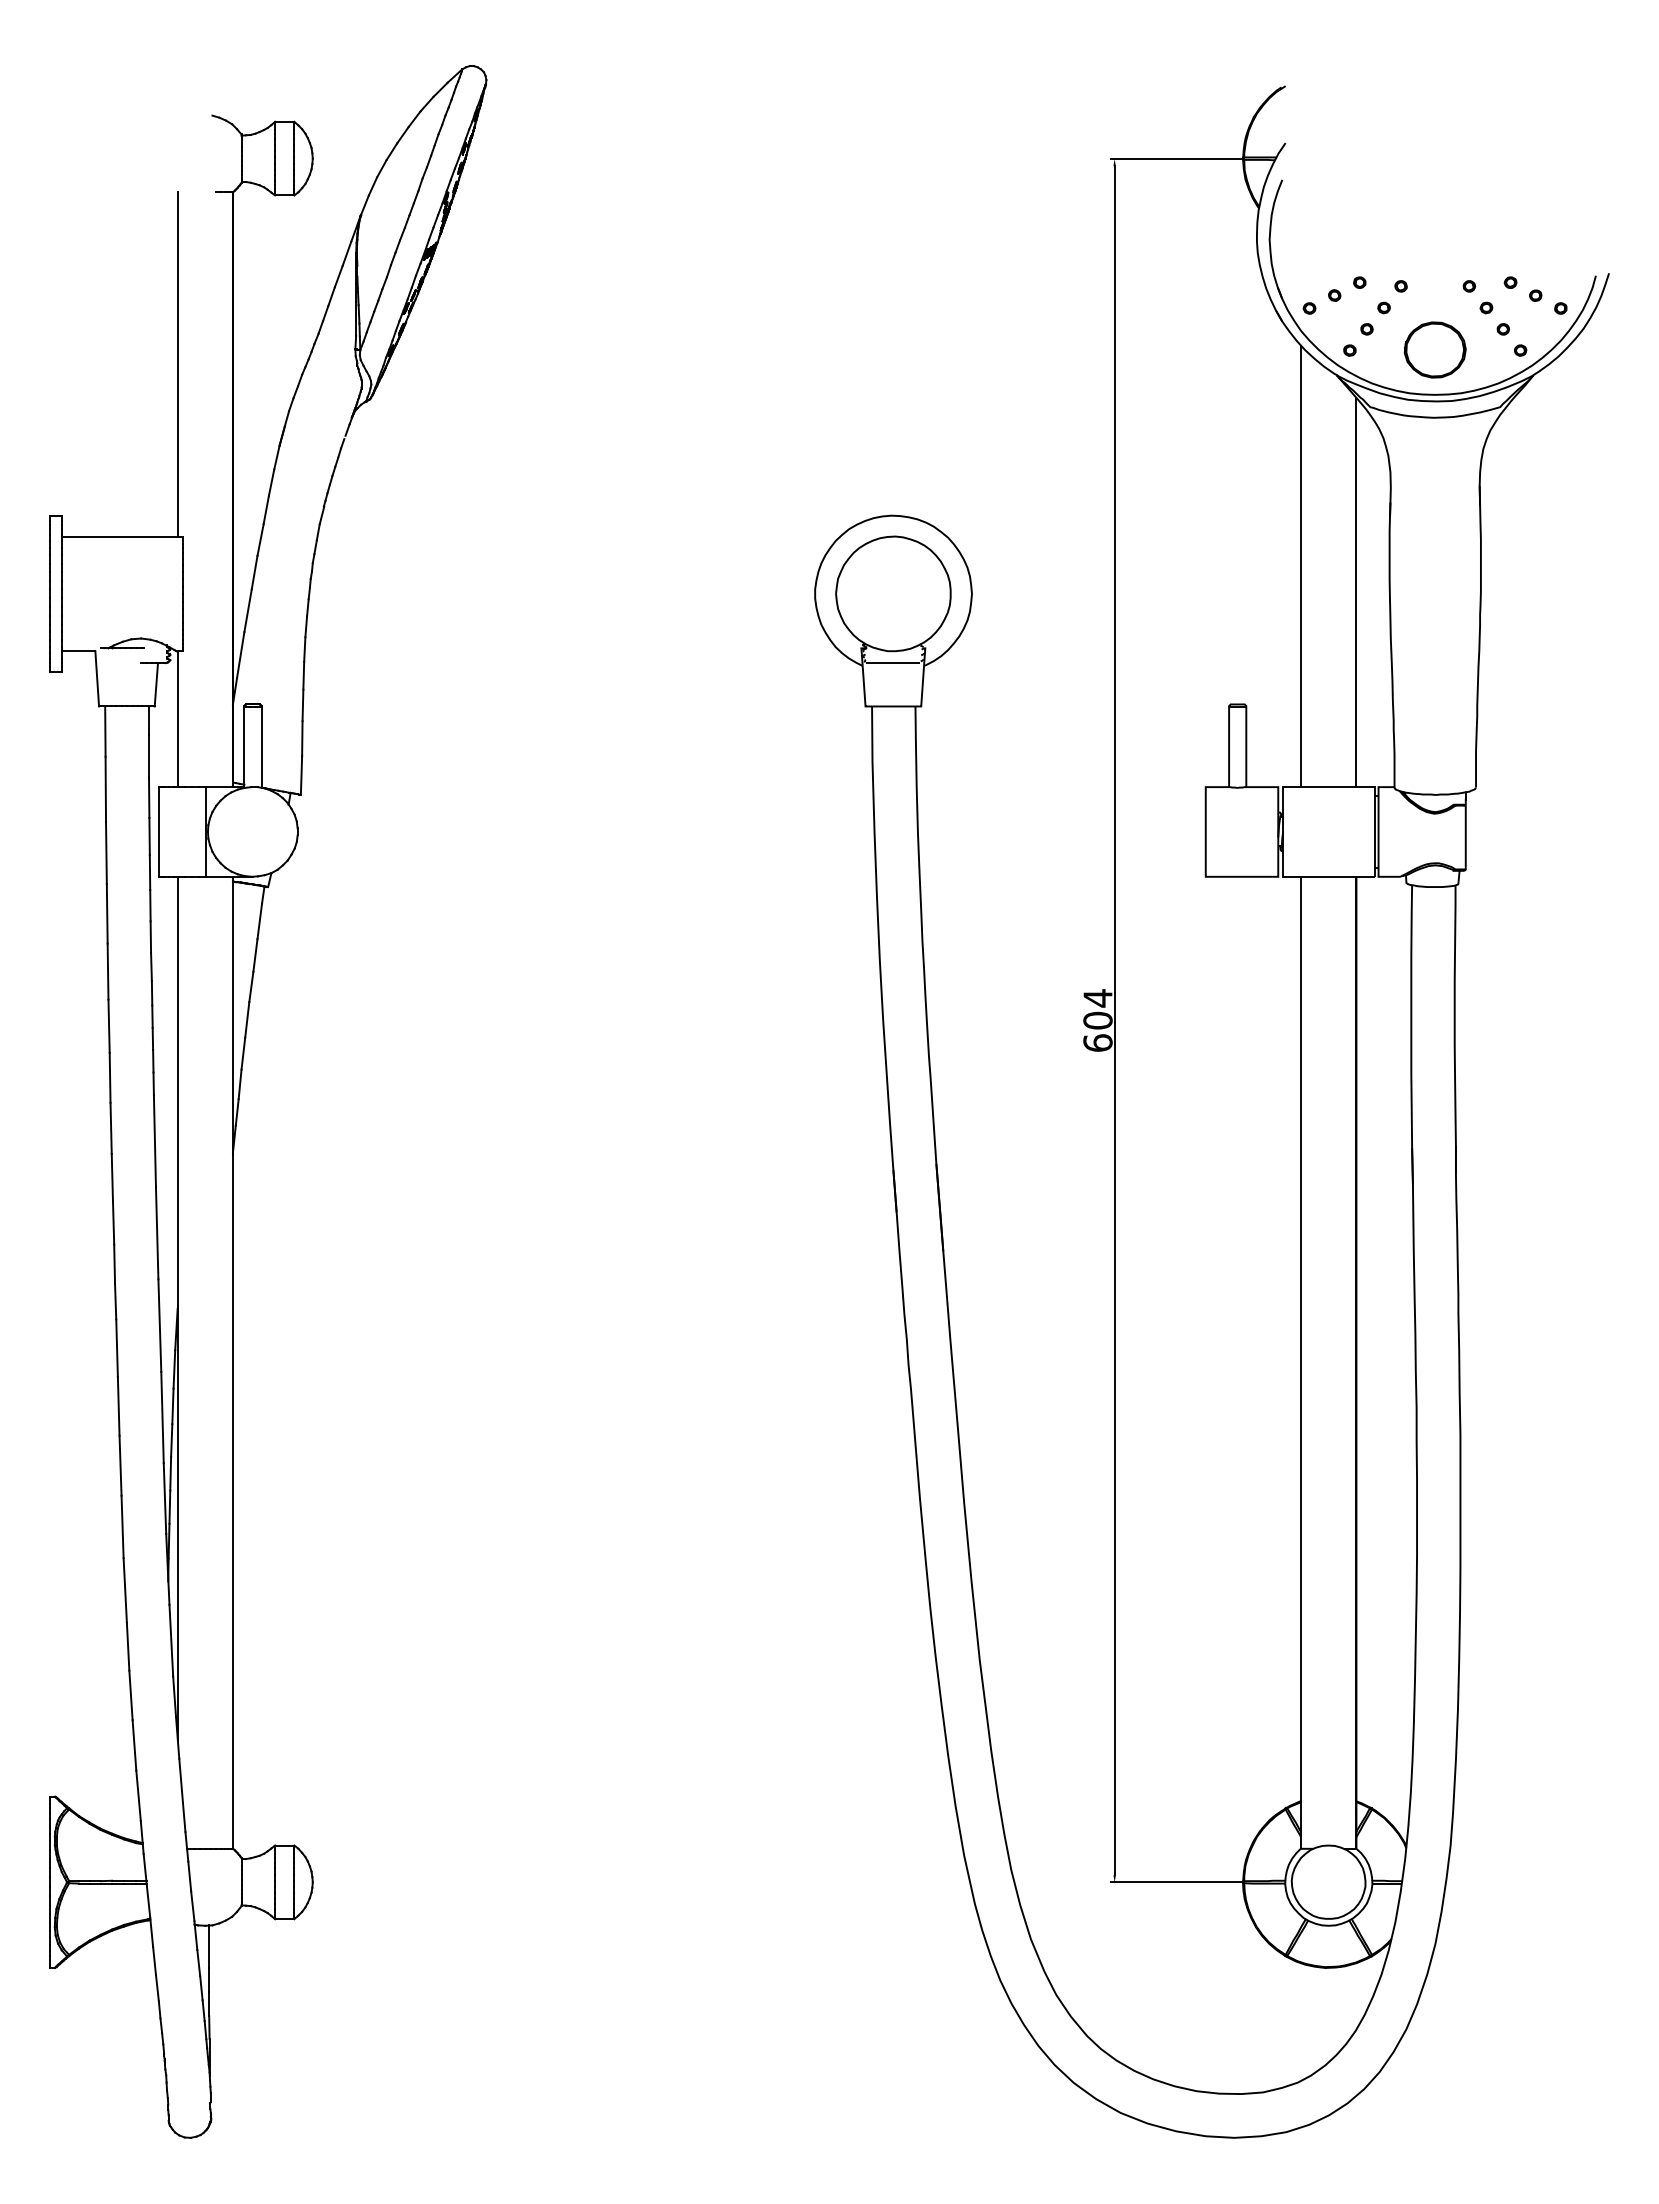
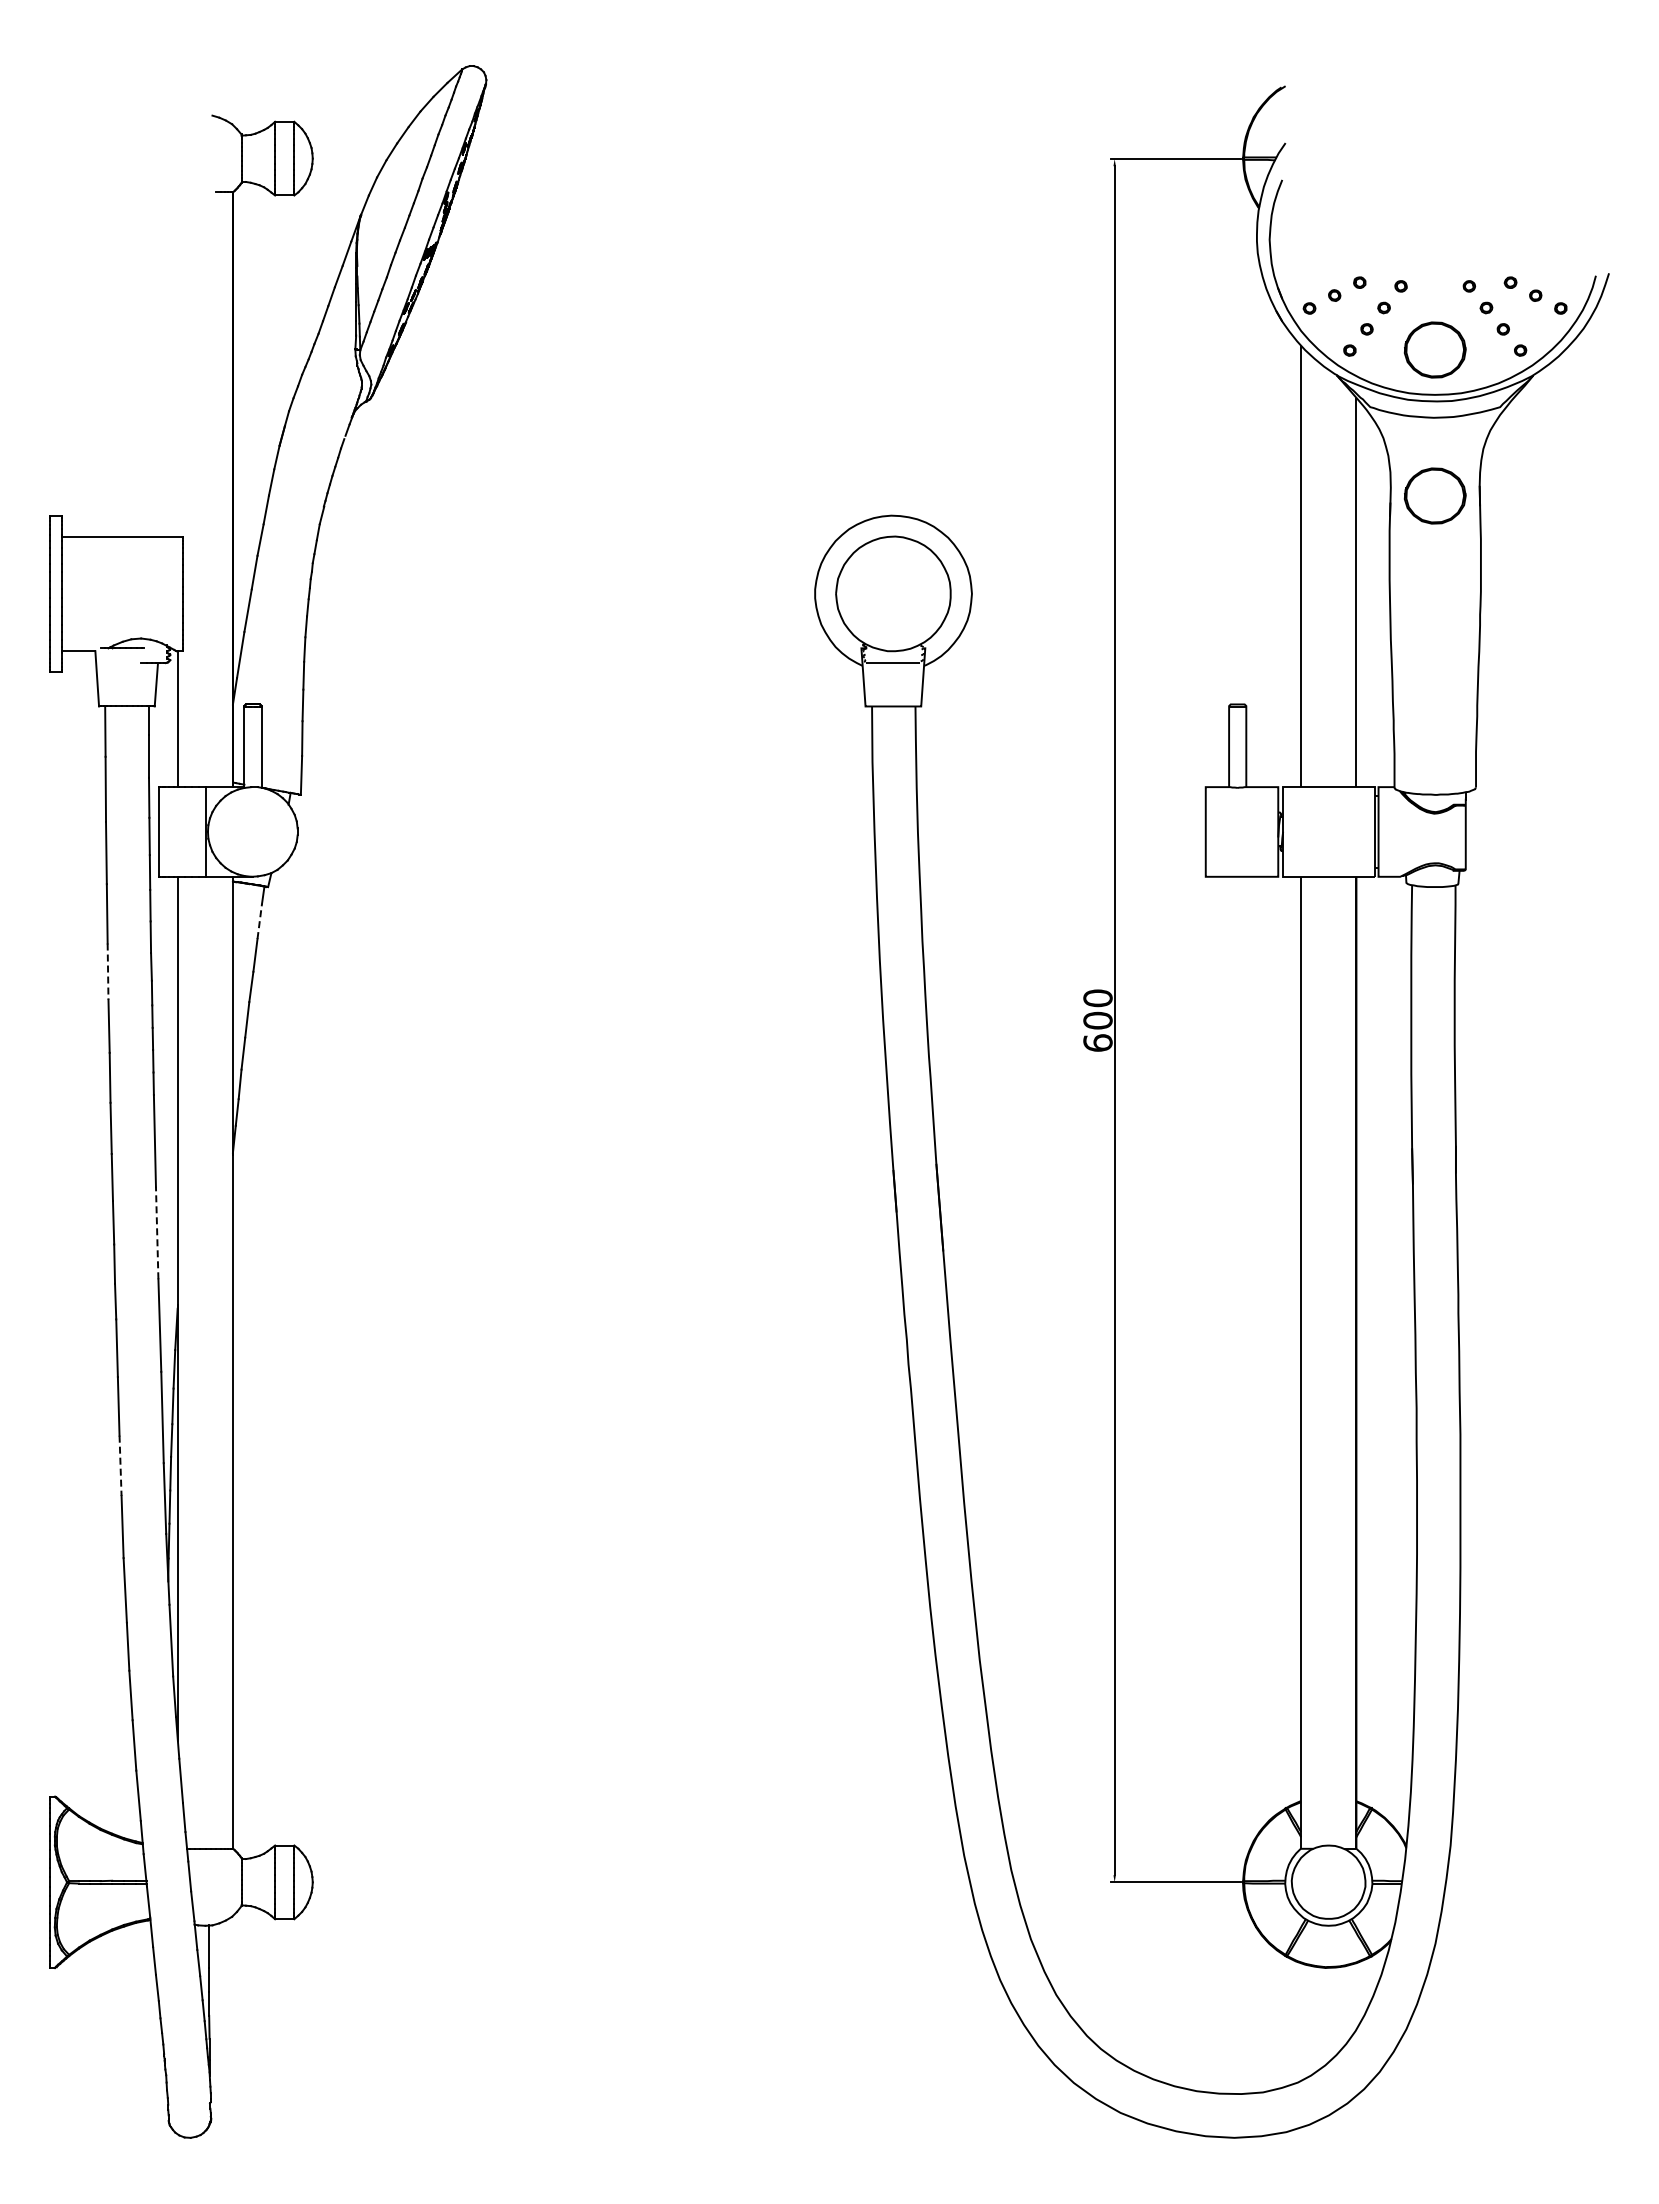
line at (177, 364): present -> none
part at (1434, 495): none -> present
line at (259, 921): solid -> dashed
line at (108, 972): solid -> dashed
text at (1097, 998): 604 -> 600
line at (157, 1232): solid -> dashed
line at (120, 1466): solid -> dashed
